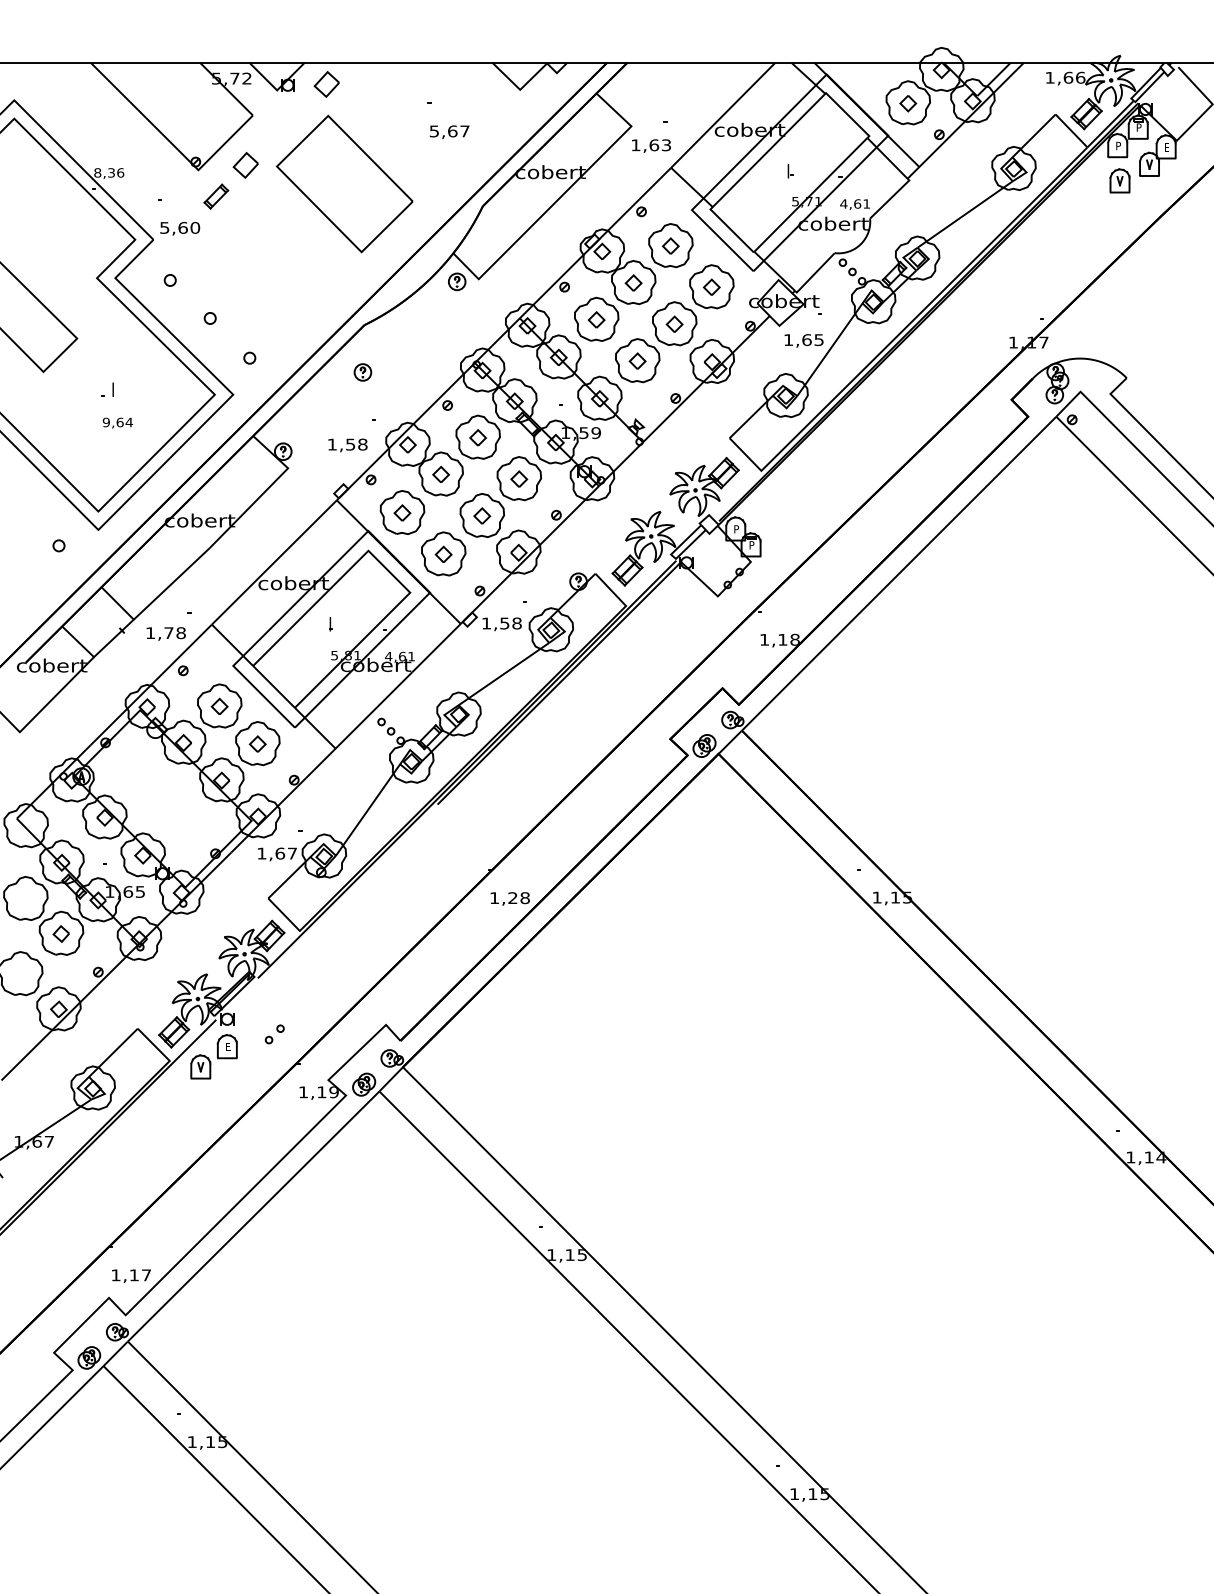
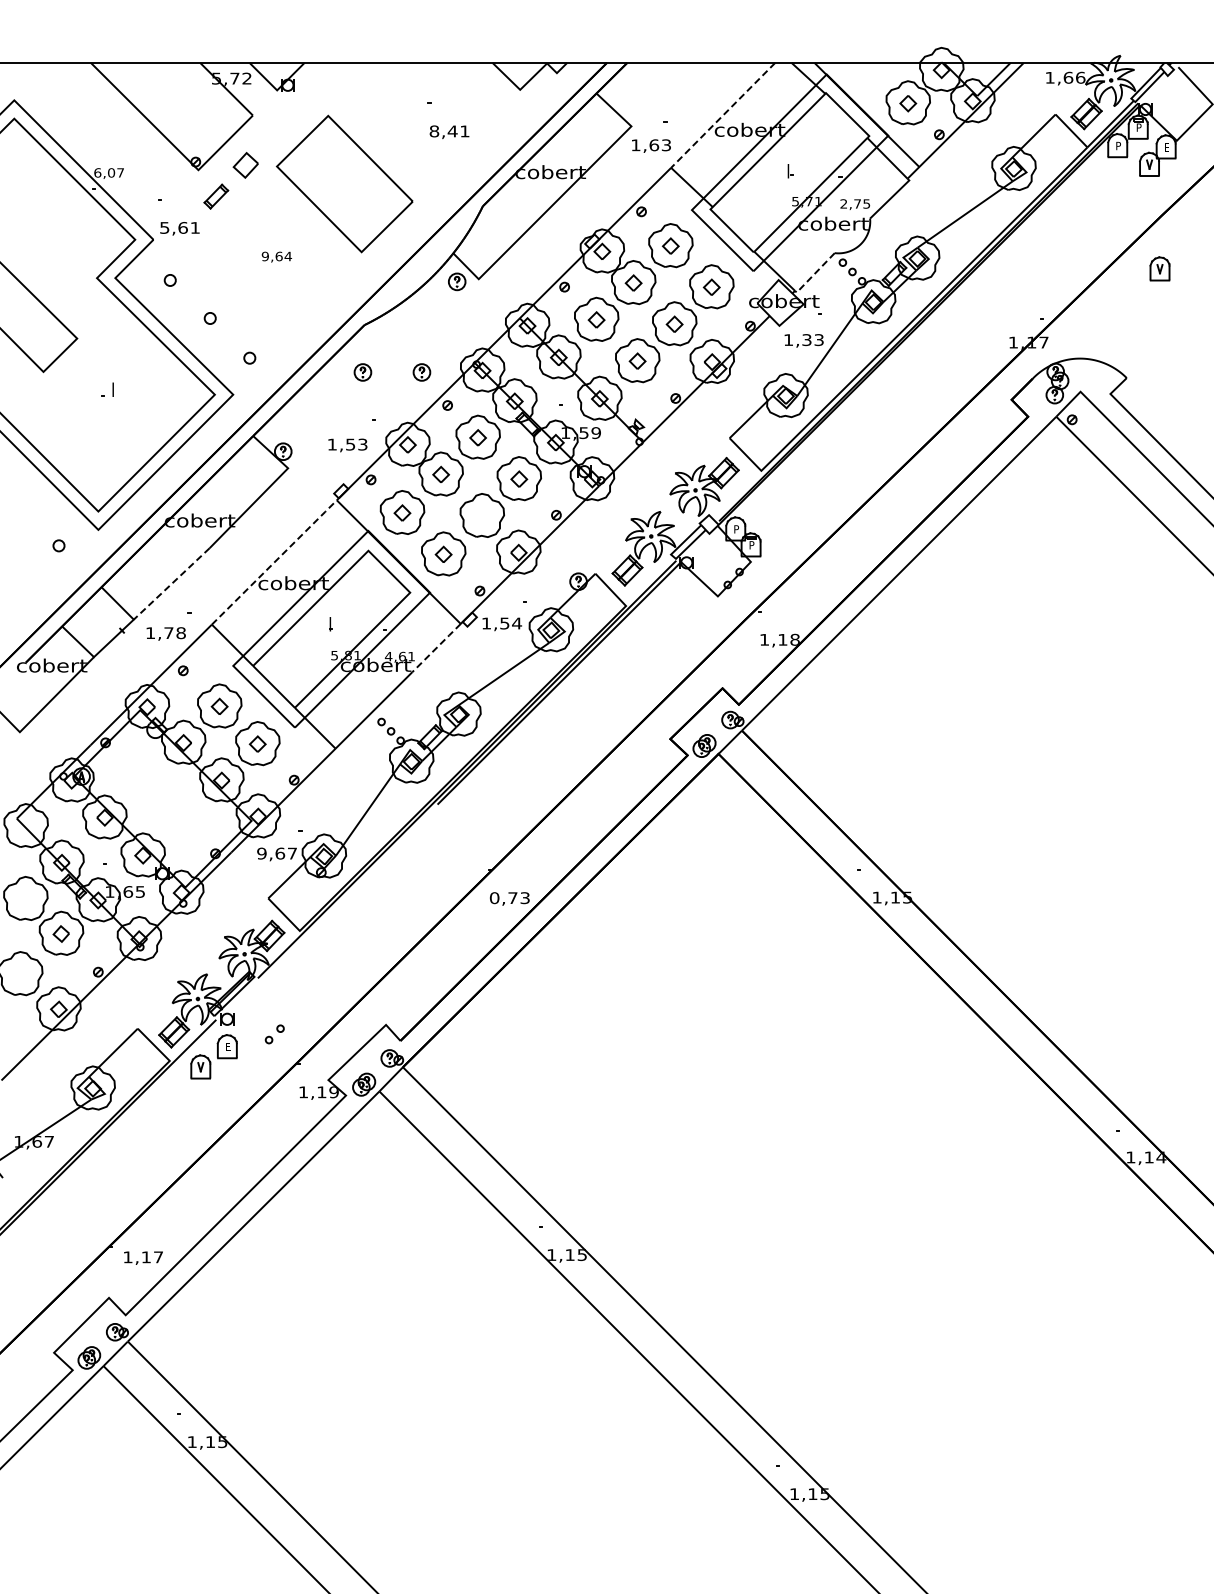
part at (326, 84): present -> none
line at (723, 115): solid -> dashed
text at (449, 131): 5,67 -> 8,41
text at (109, 172): 8,36 -> 6,07
part at (1119, 180) position: (1119, 180) -> (1159, 268)
text at (855, 203): 4,61 -> 2,75
text at (195, 227): 5,60 -> 5,61
line at (814, 274): solid -> dashed
text at (812, 340): 1,65 -> 1,33
part at (421, 372): none -> present
text at (117, 422) position: (117, 422) -> (276, 256)
text at (362, 444): 1,58 -> 1,53
part at (482, 515): present -> none
line at (274, 561): solid -> dashed
line at (171, 584): solid -> dashed
text at (517, 623): 1,58 -> 1,54
line at (437, 647): solid -> dashed
text at (261, 853): 1,67 -> 9,67
text at (509, 898): 1,28 -> 0,73
text at (131, 1275) position: (131, 1275) -> (143, 1257)
